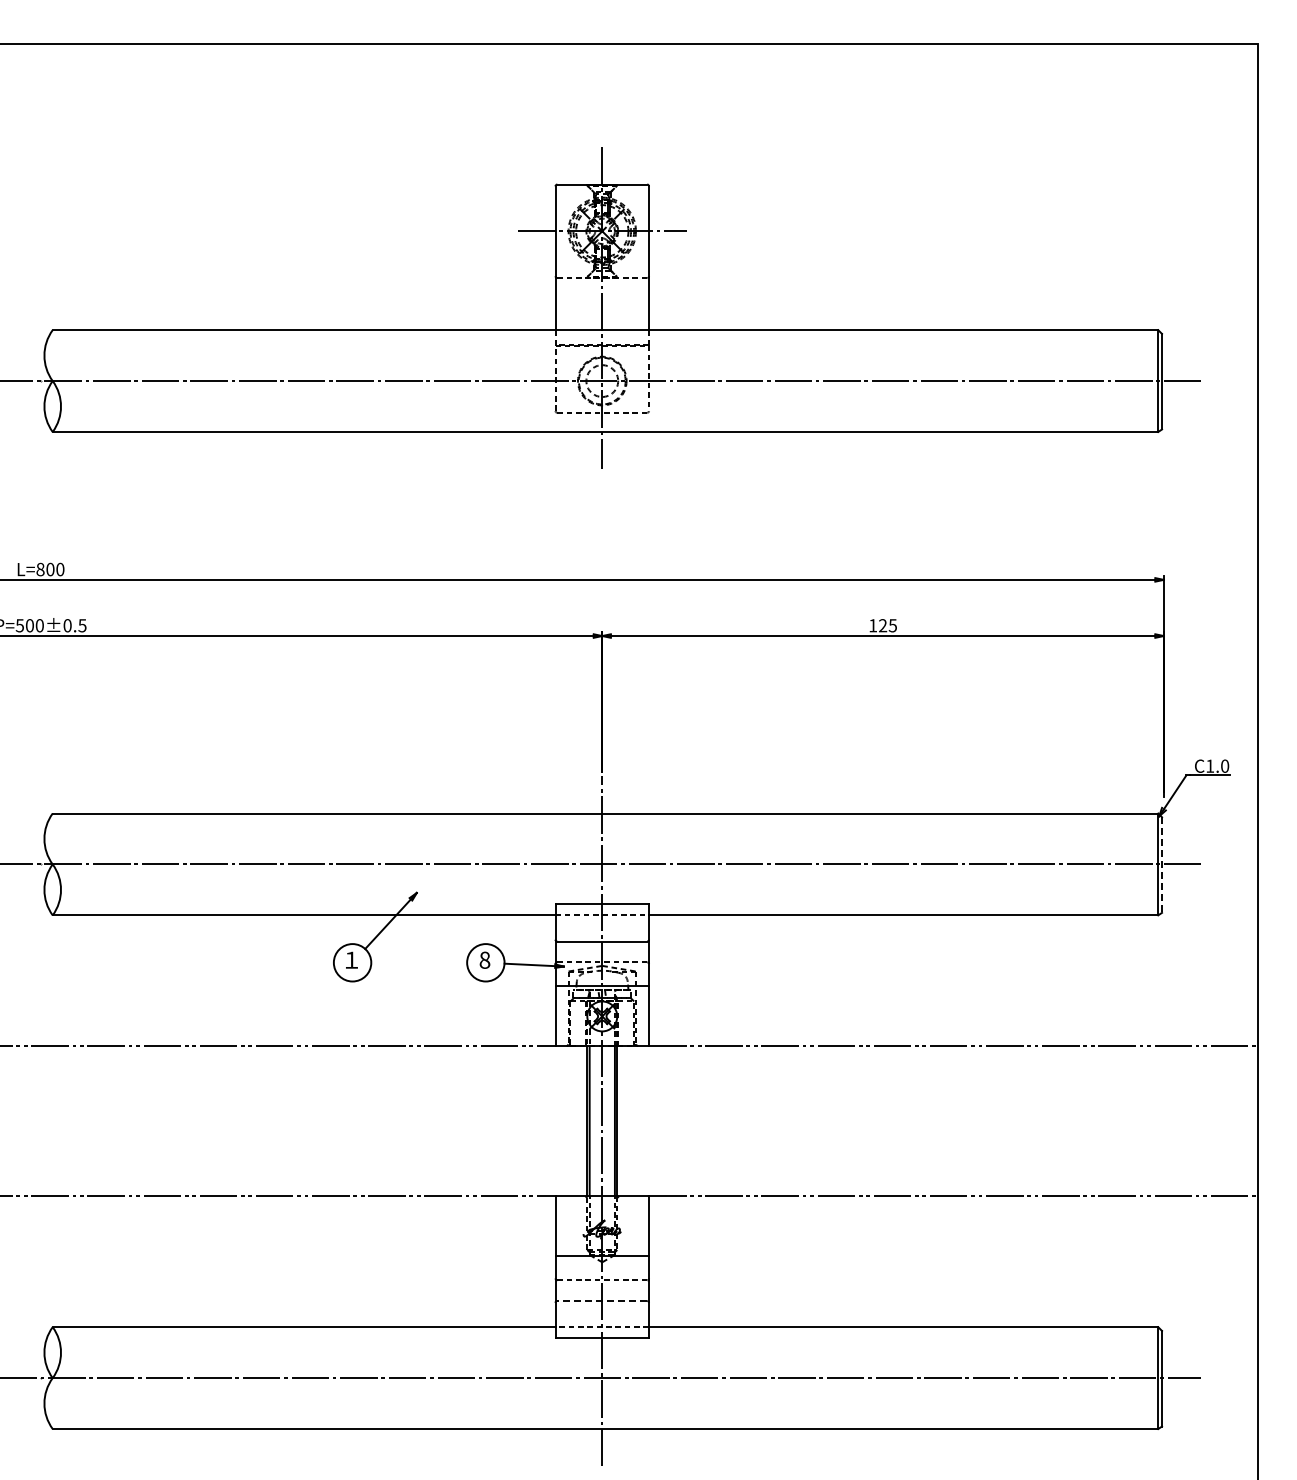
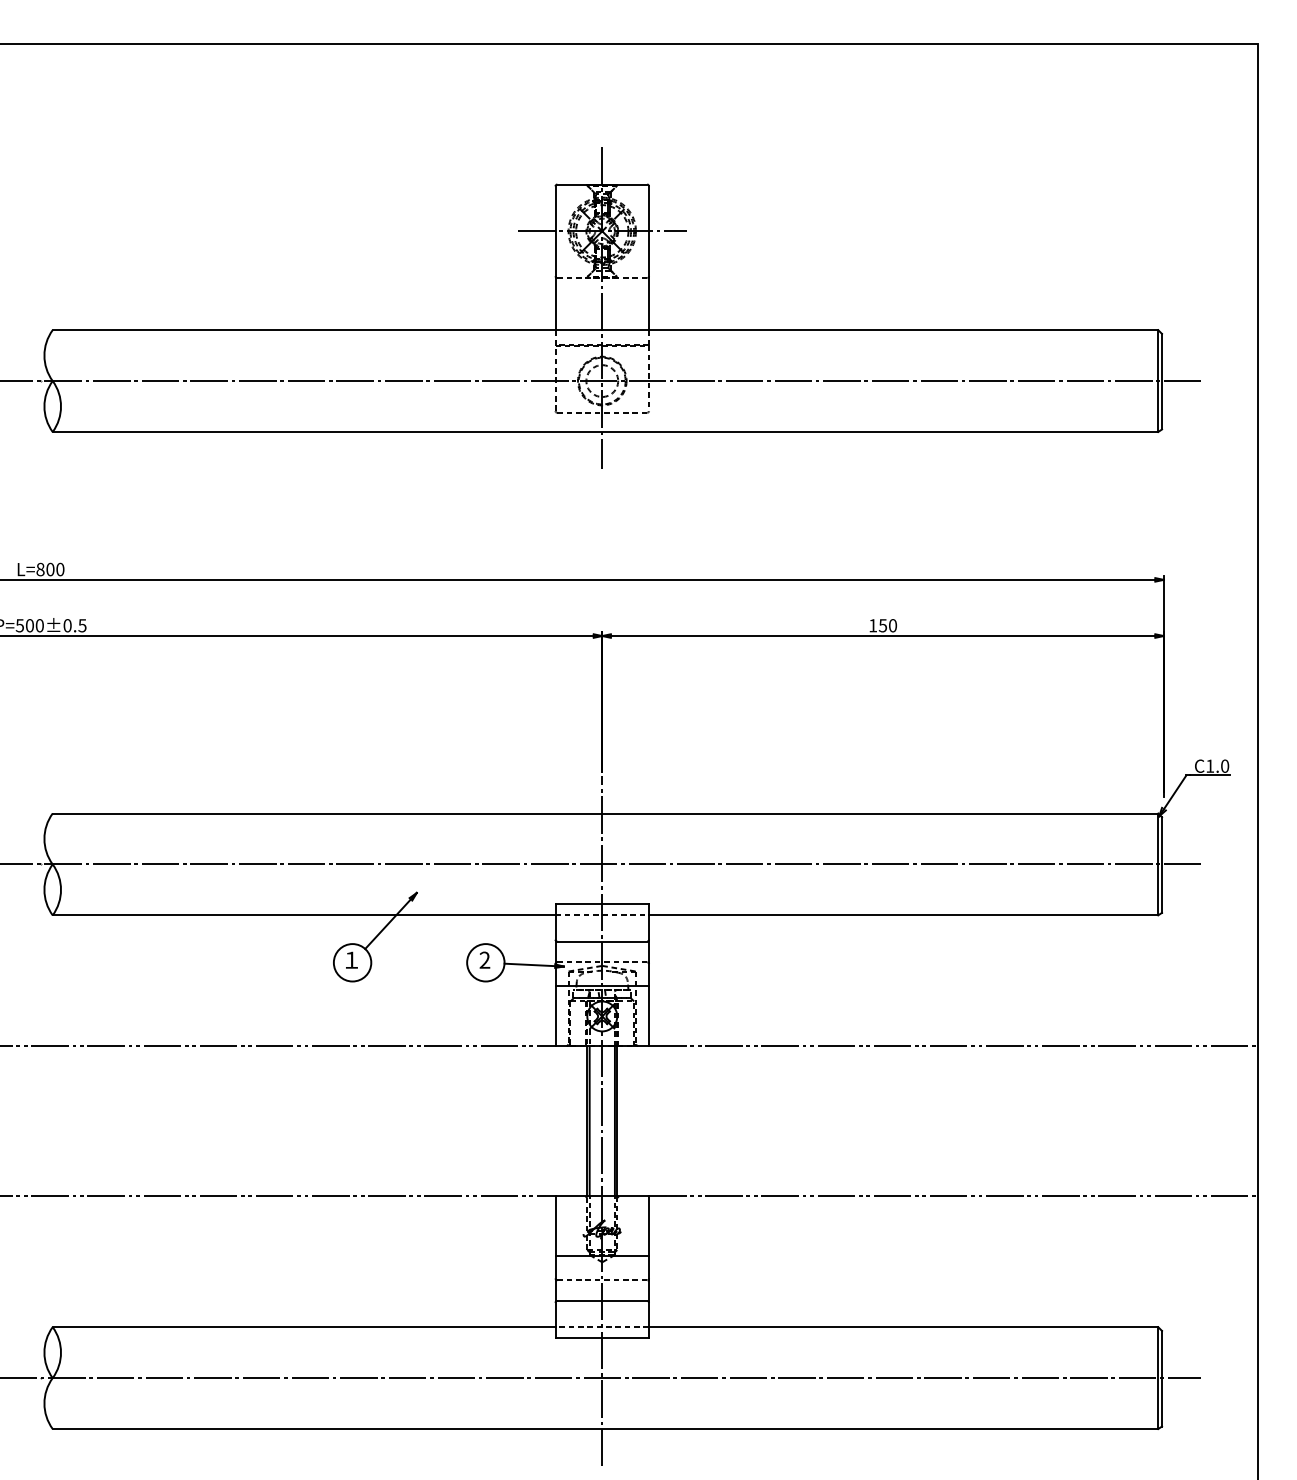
text at (887, 625): 125 -> 150
line at (1162, 865): dashed -> solid
text at (484, 959): 8 -> 2
line at (602, 1300): dashed -> solid
